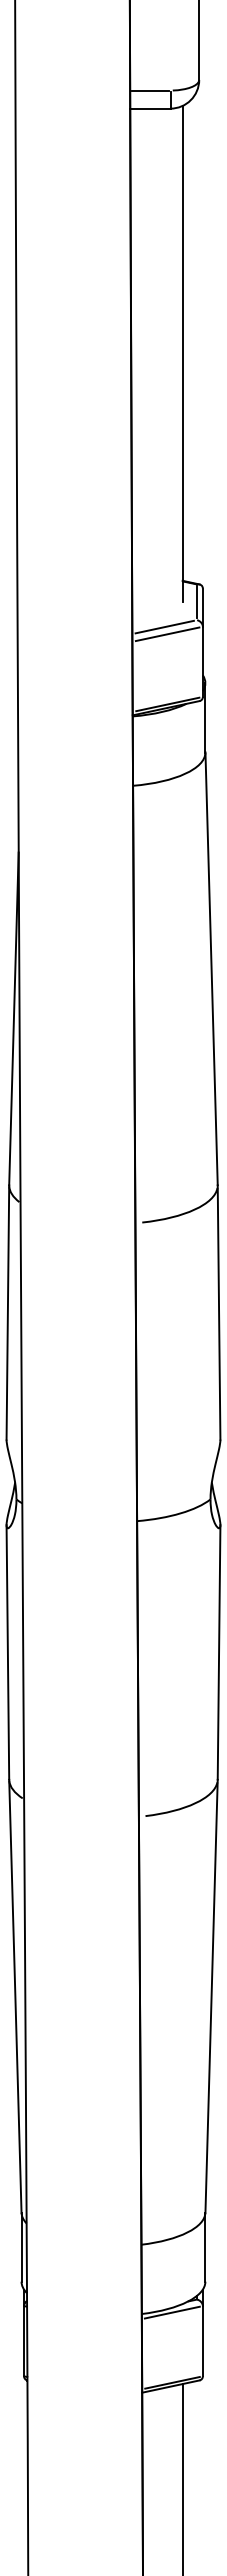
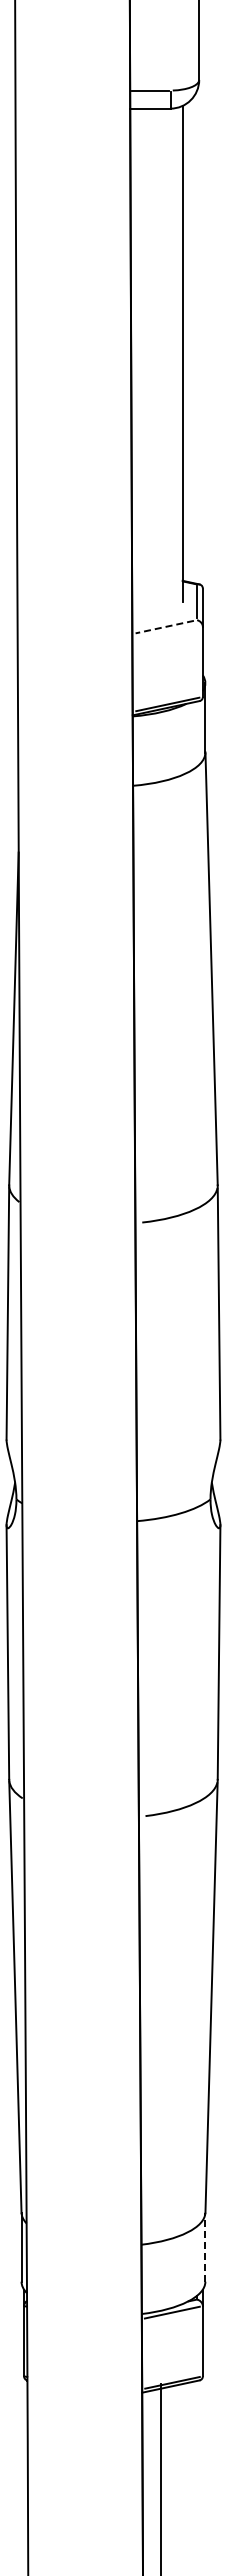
line at (164, 627): solid -> dashed
line at (167, 634): present -> none
line at (205, 2247): solid -> dashed
line at (182, 2478) position: (182, 2478) -> (160, 2478)
